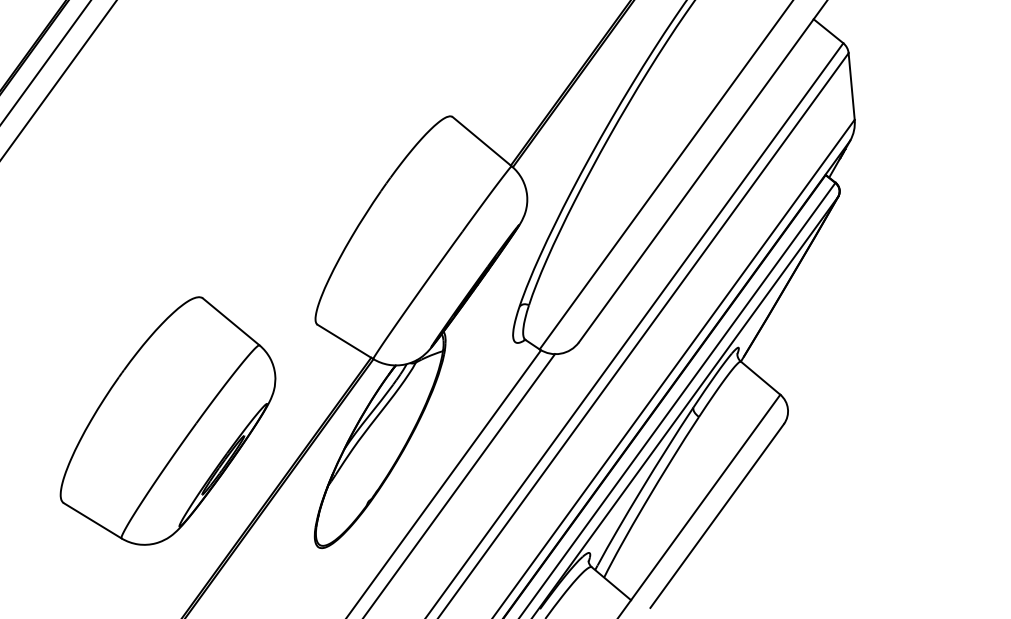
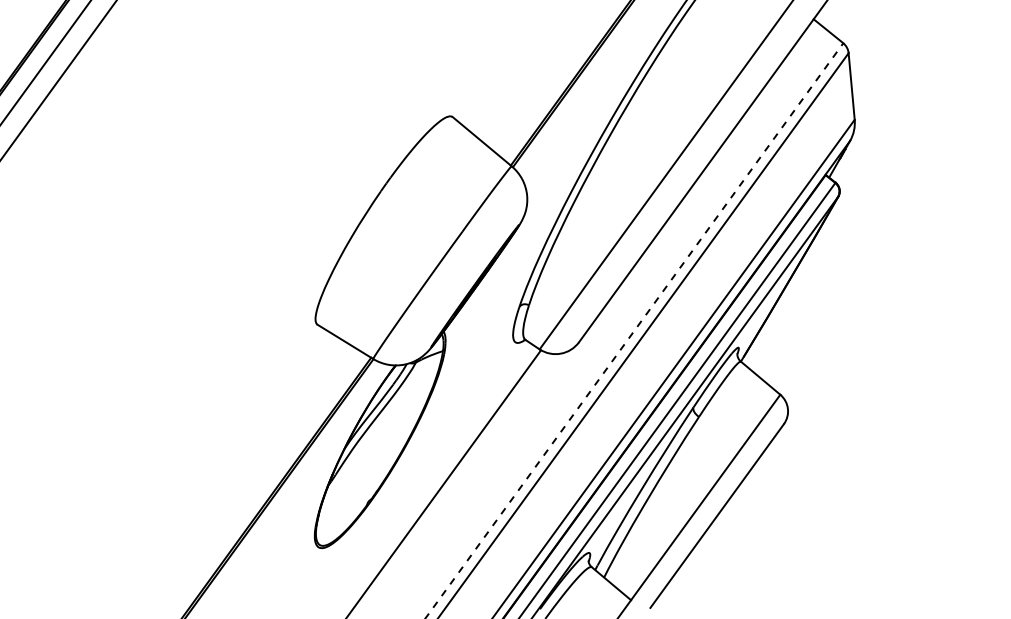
line at (634, 330): solid -> dashed
part at (167, 420): present -> none
line at (459, 484): present -> none
